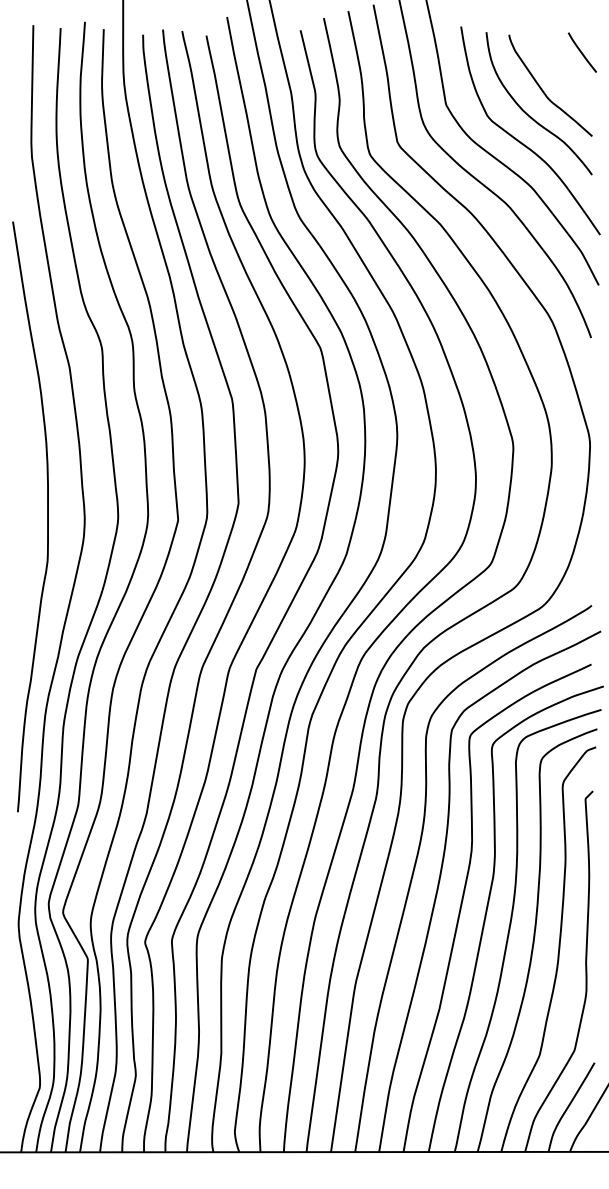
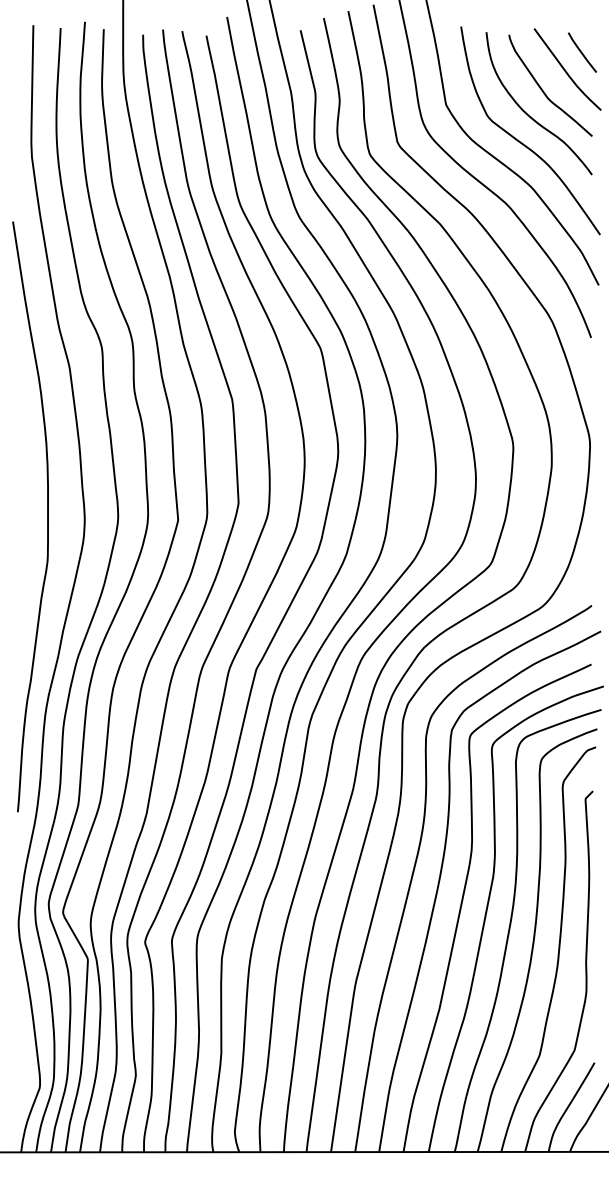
curve at (566, 70): none -> present
